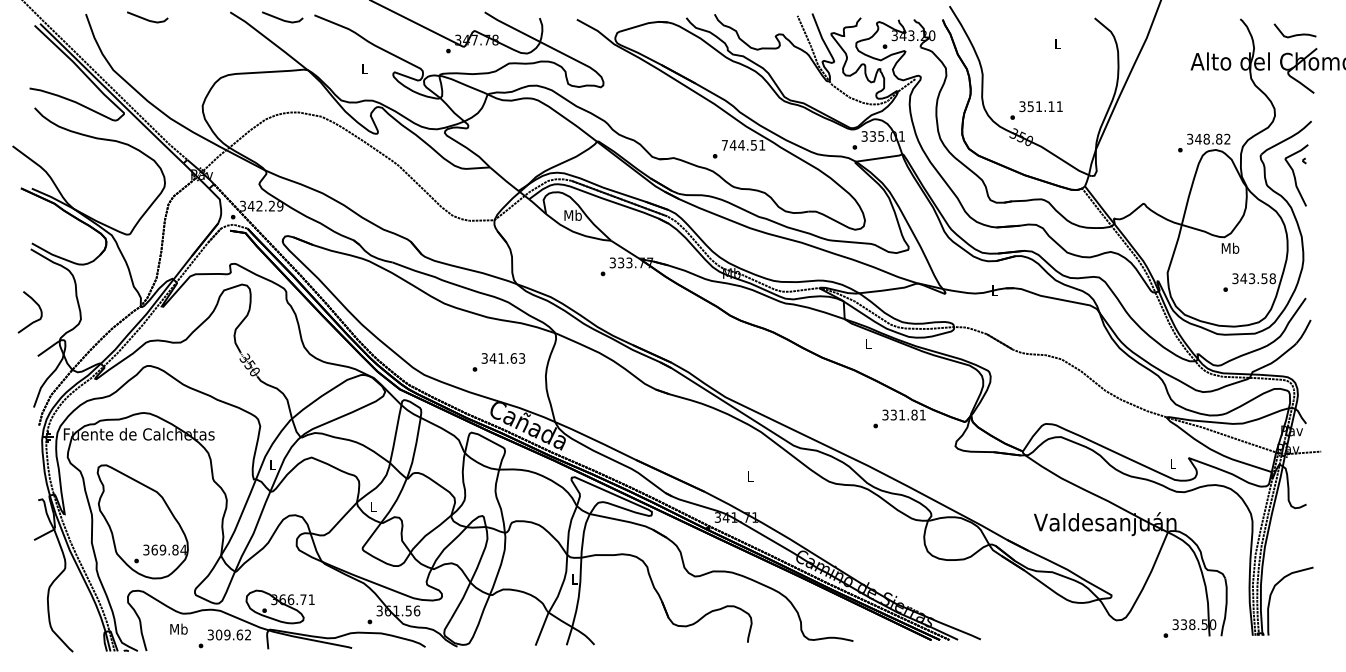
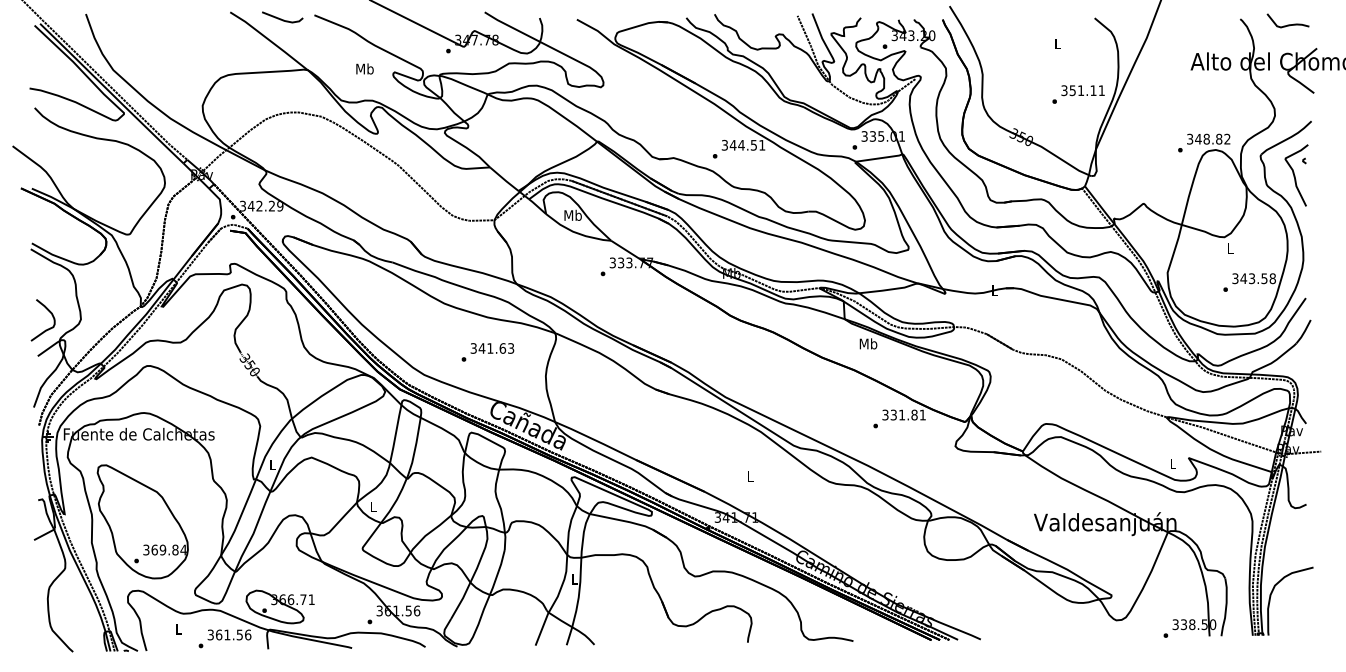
line at (146, 18): present -> none
curve at (1294, 34) position: (1294, 34) -> (1287, 24)
text at (364, 68): L -> Mb
text at (1036, 110) position: (1036, 110) -> (1078, 94)
text at (724, 144): 744.51 -> 344.51
text at (1230, 247): Mb -> L
curve at (34, 320) position: (34, 320) -> (47, 328)
text at (868, 343): L -> Mb
text at (498, 362) position: (498, 362) -> (487, 352)
text at (178, 628): Mb -> L
text at (233, 634): 309.62 -> 361.56
